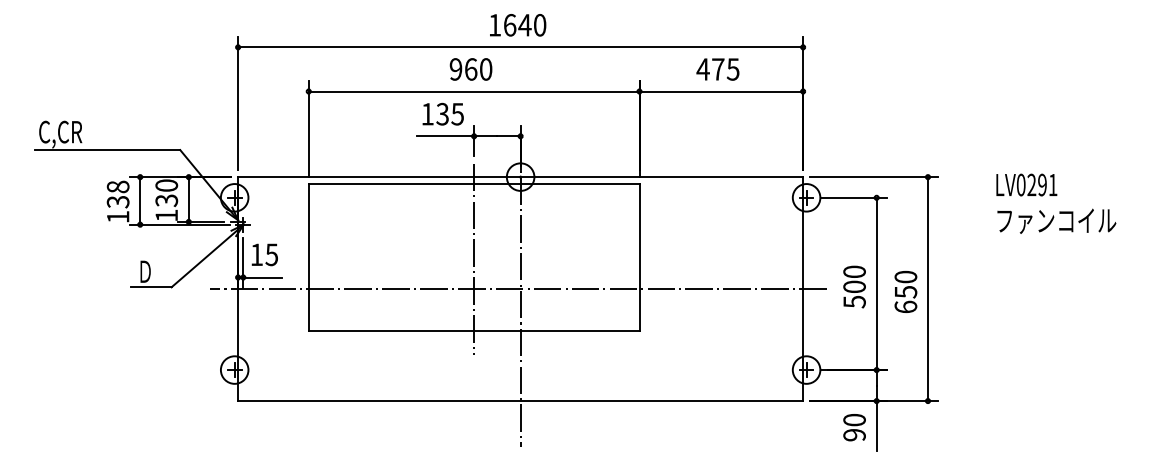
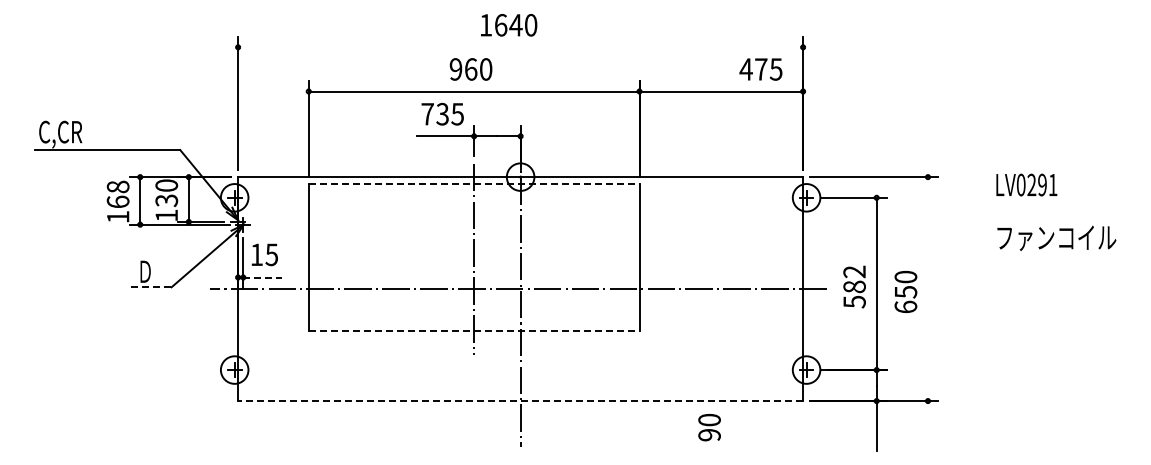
text at (518, 25) position: (518, 25) -> (509, 25)
line at (520, 47): present -> none
text at (717, 69) position: (717, 69) -> (760, 69)
text at (427, 114): 135 -> 735
line at (474, 184): solid -> dashed
text at (117, 201): 138 -> 168
text at (1056, 220) position: (1056, 220) -> (1056, 237)
line at (262, 277): solid -> dashed
text at (854, 279): 500 -> 582
line at (151, 287): solid -> dashed
line at (927, 288): present -> none
line at (474, 331): solid -> dashed
line at (520, 401): solid -> dashed
text at (854, 427) position: (854, 427) -> (709, 427)
